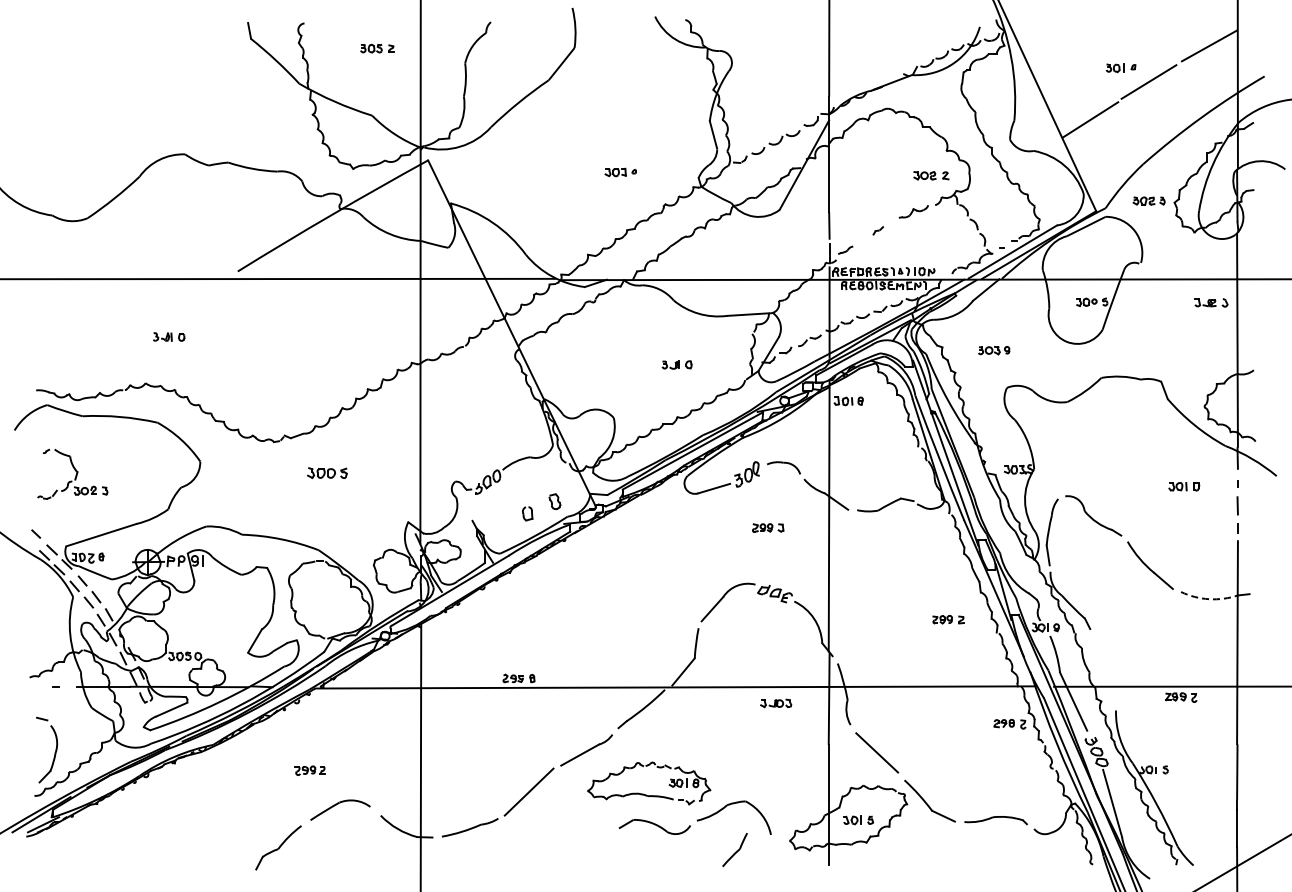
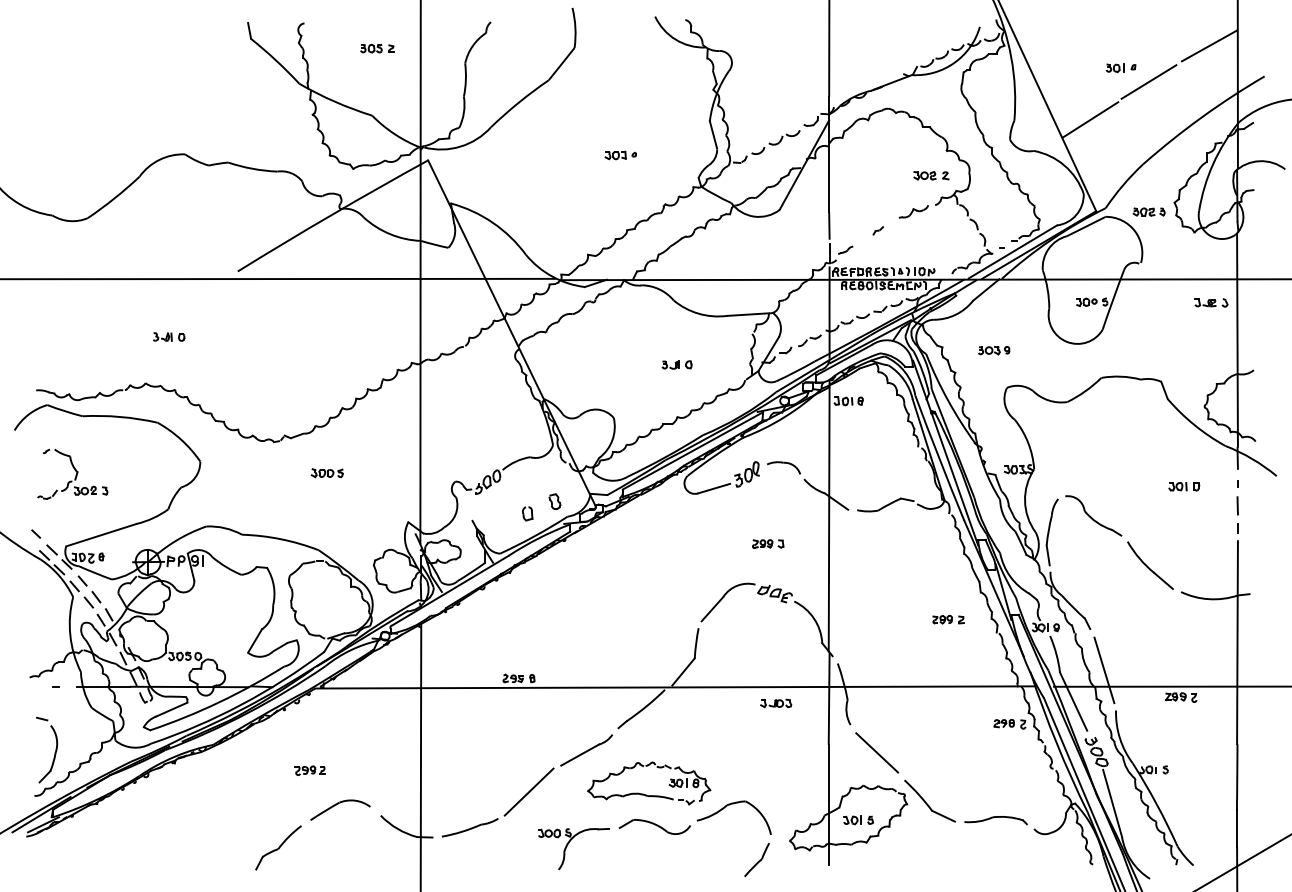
part at (620, 172) position: (620, 172) -> (620, 155)
part at (1148, 200) position: (1148, 200) -> (1148, 211)
part at (327, 472) size: 41x12 px -> 34x11 px
part at (768, 527) position: (768, 527) -> (768, 543)
arc at (1209, 599): dashed -> solid
line at (1104, 670): none -> present
part at (567, 846): none -> present
part at (734, 850) position: (734, 850) -> (756, 860)
